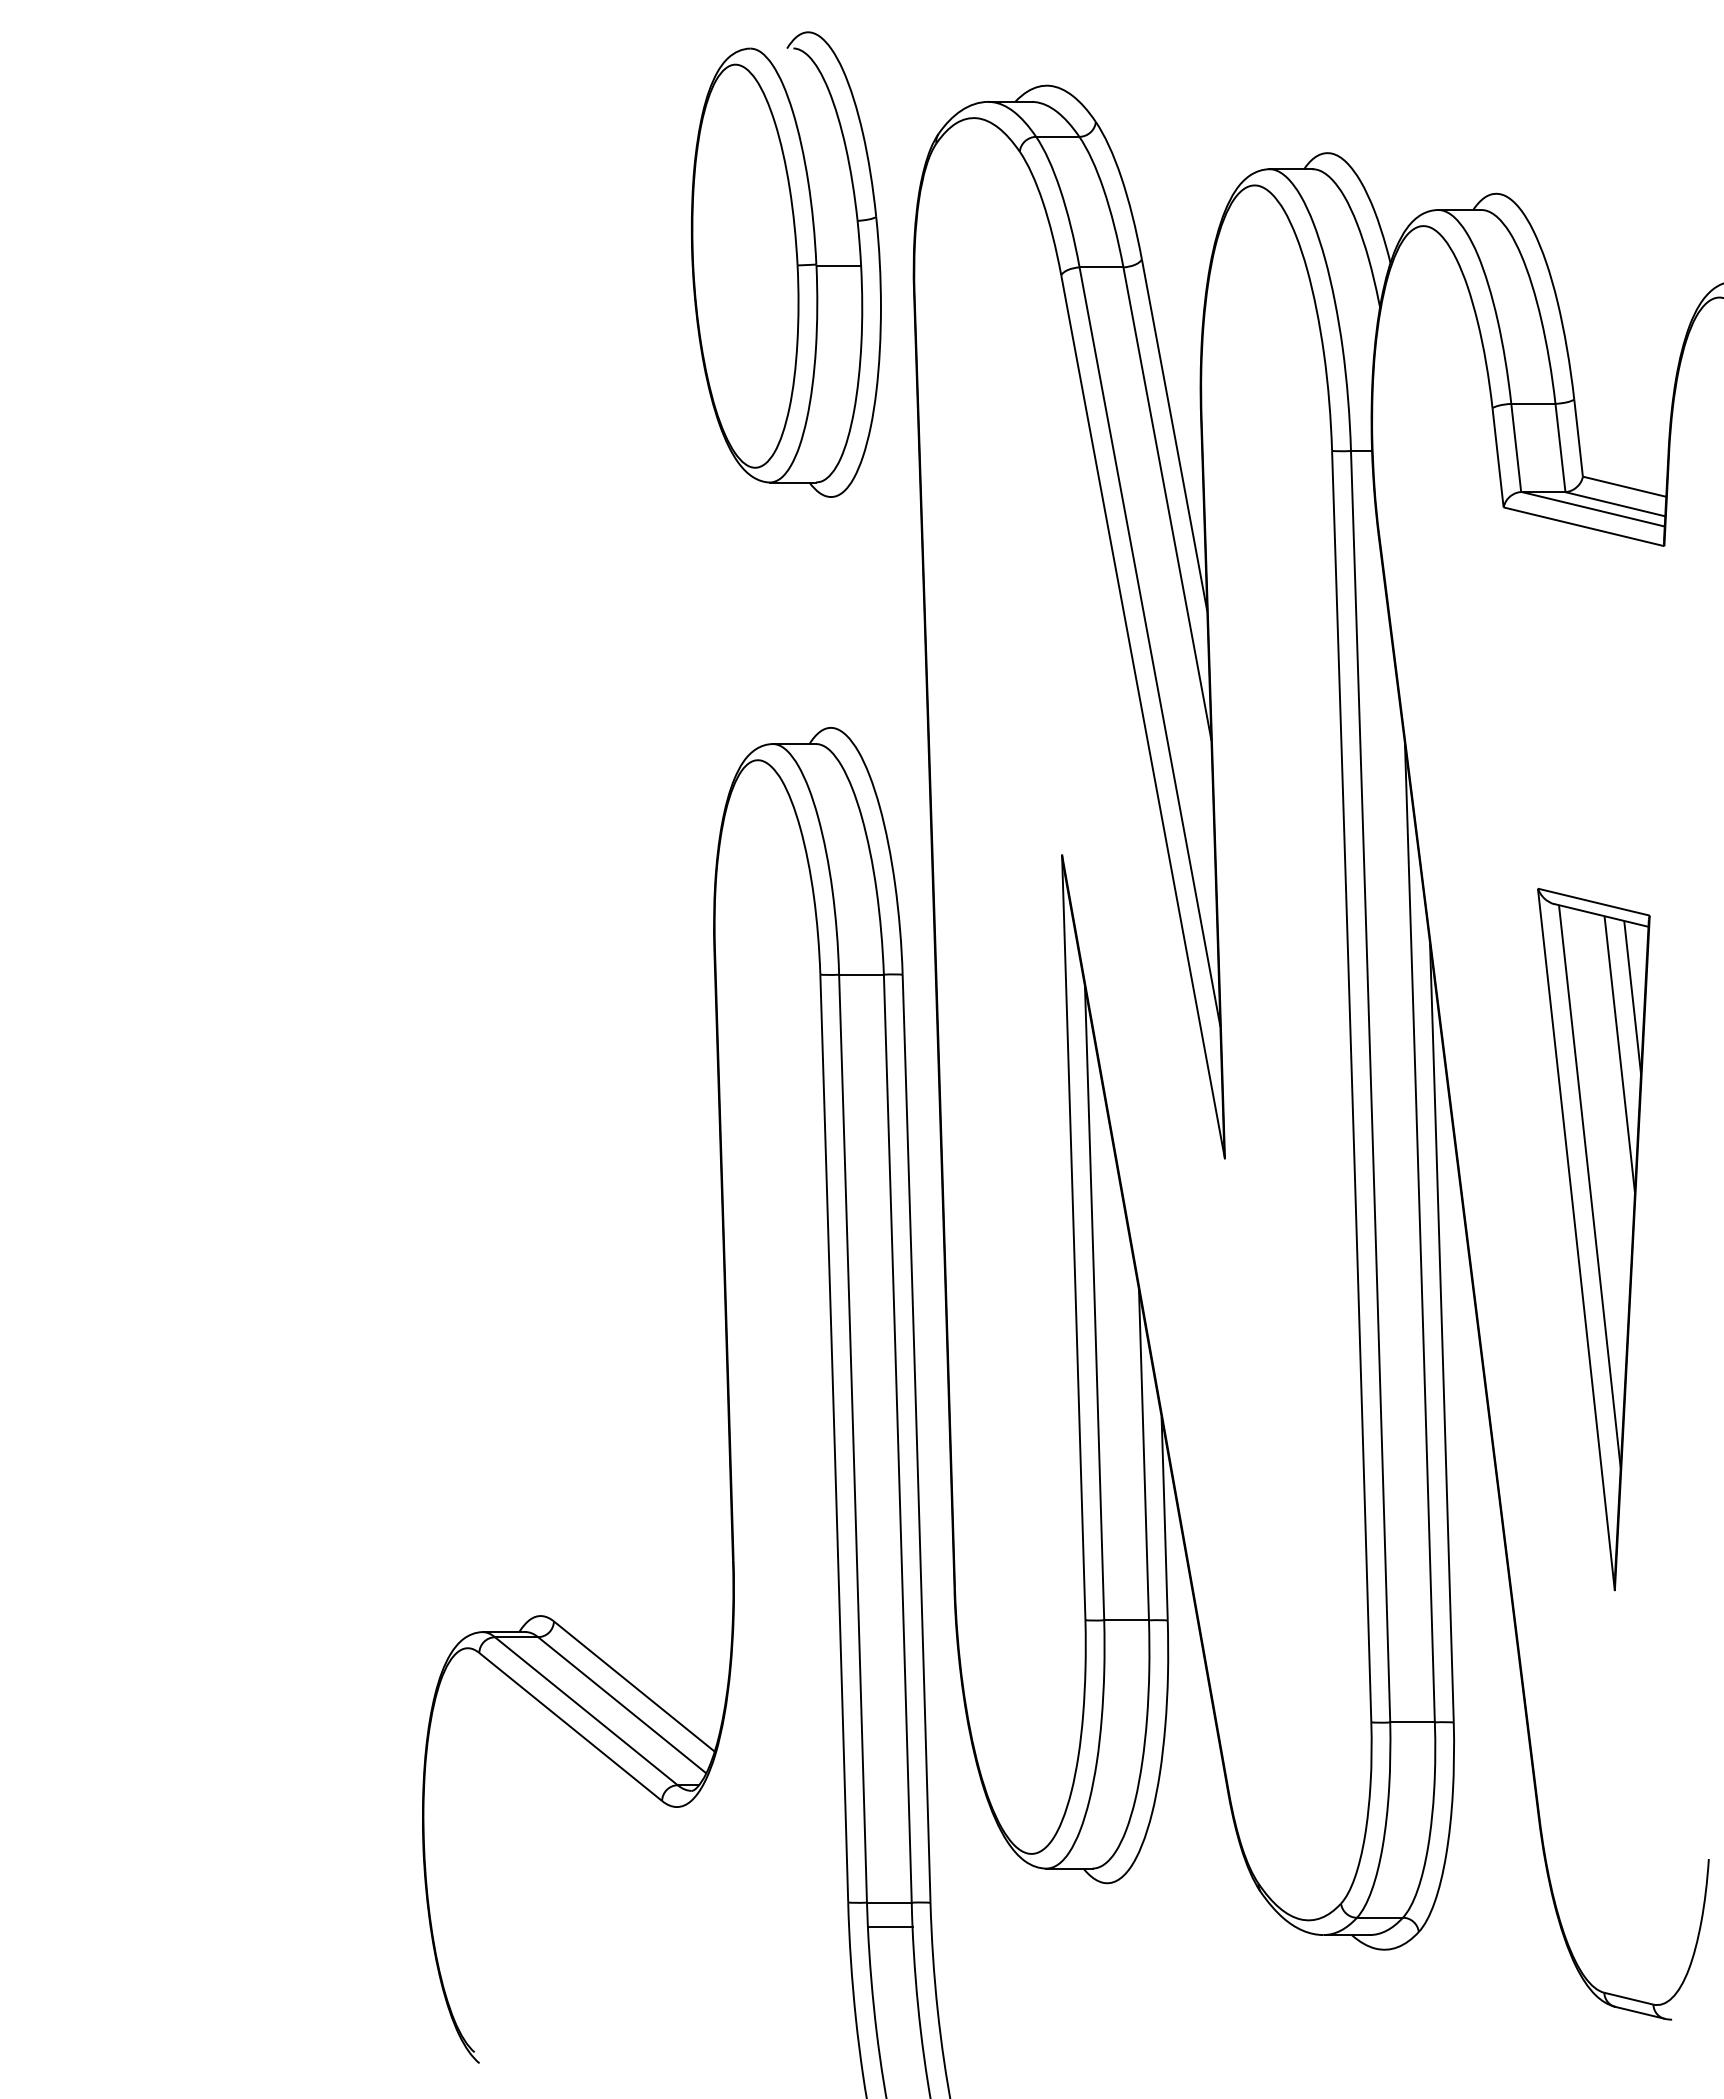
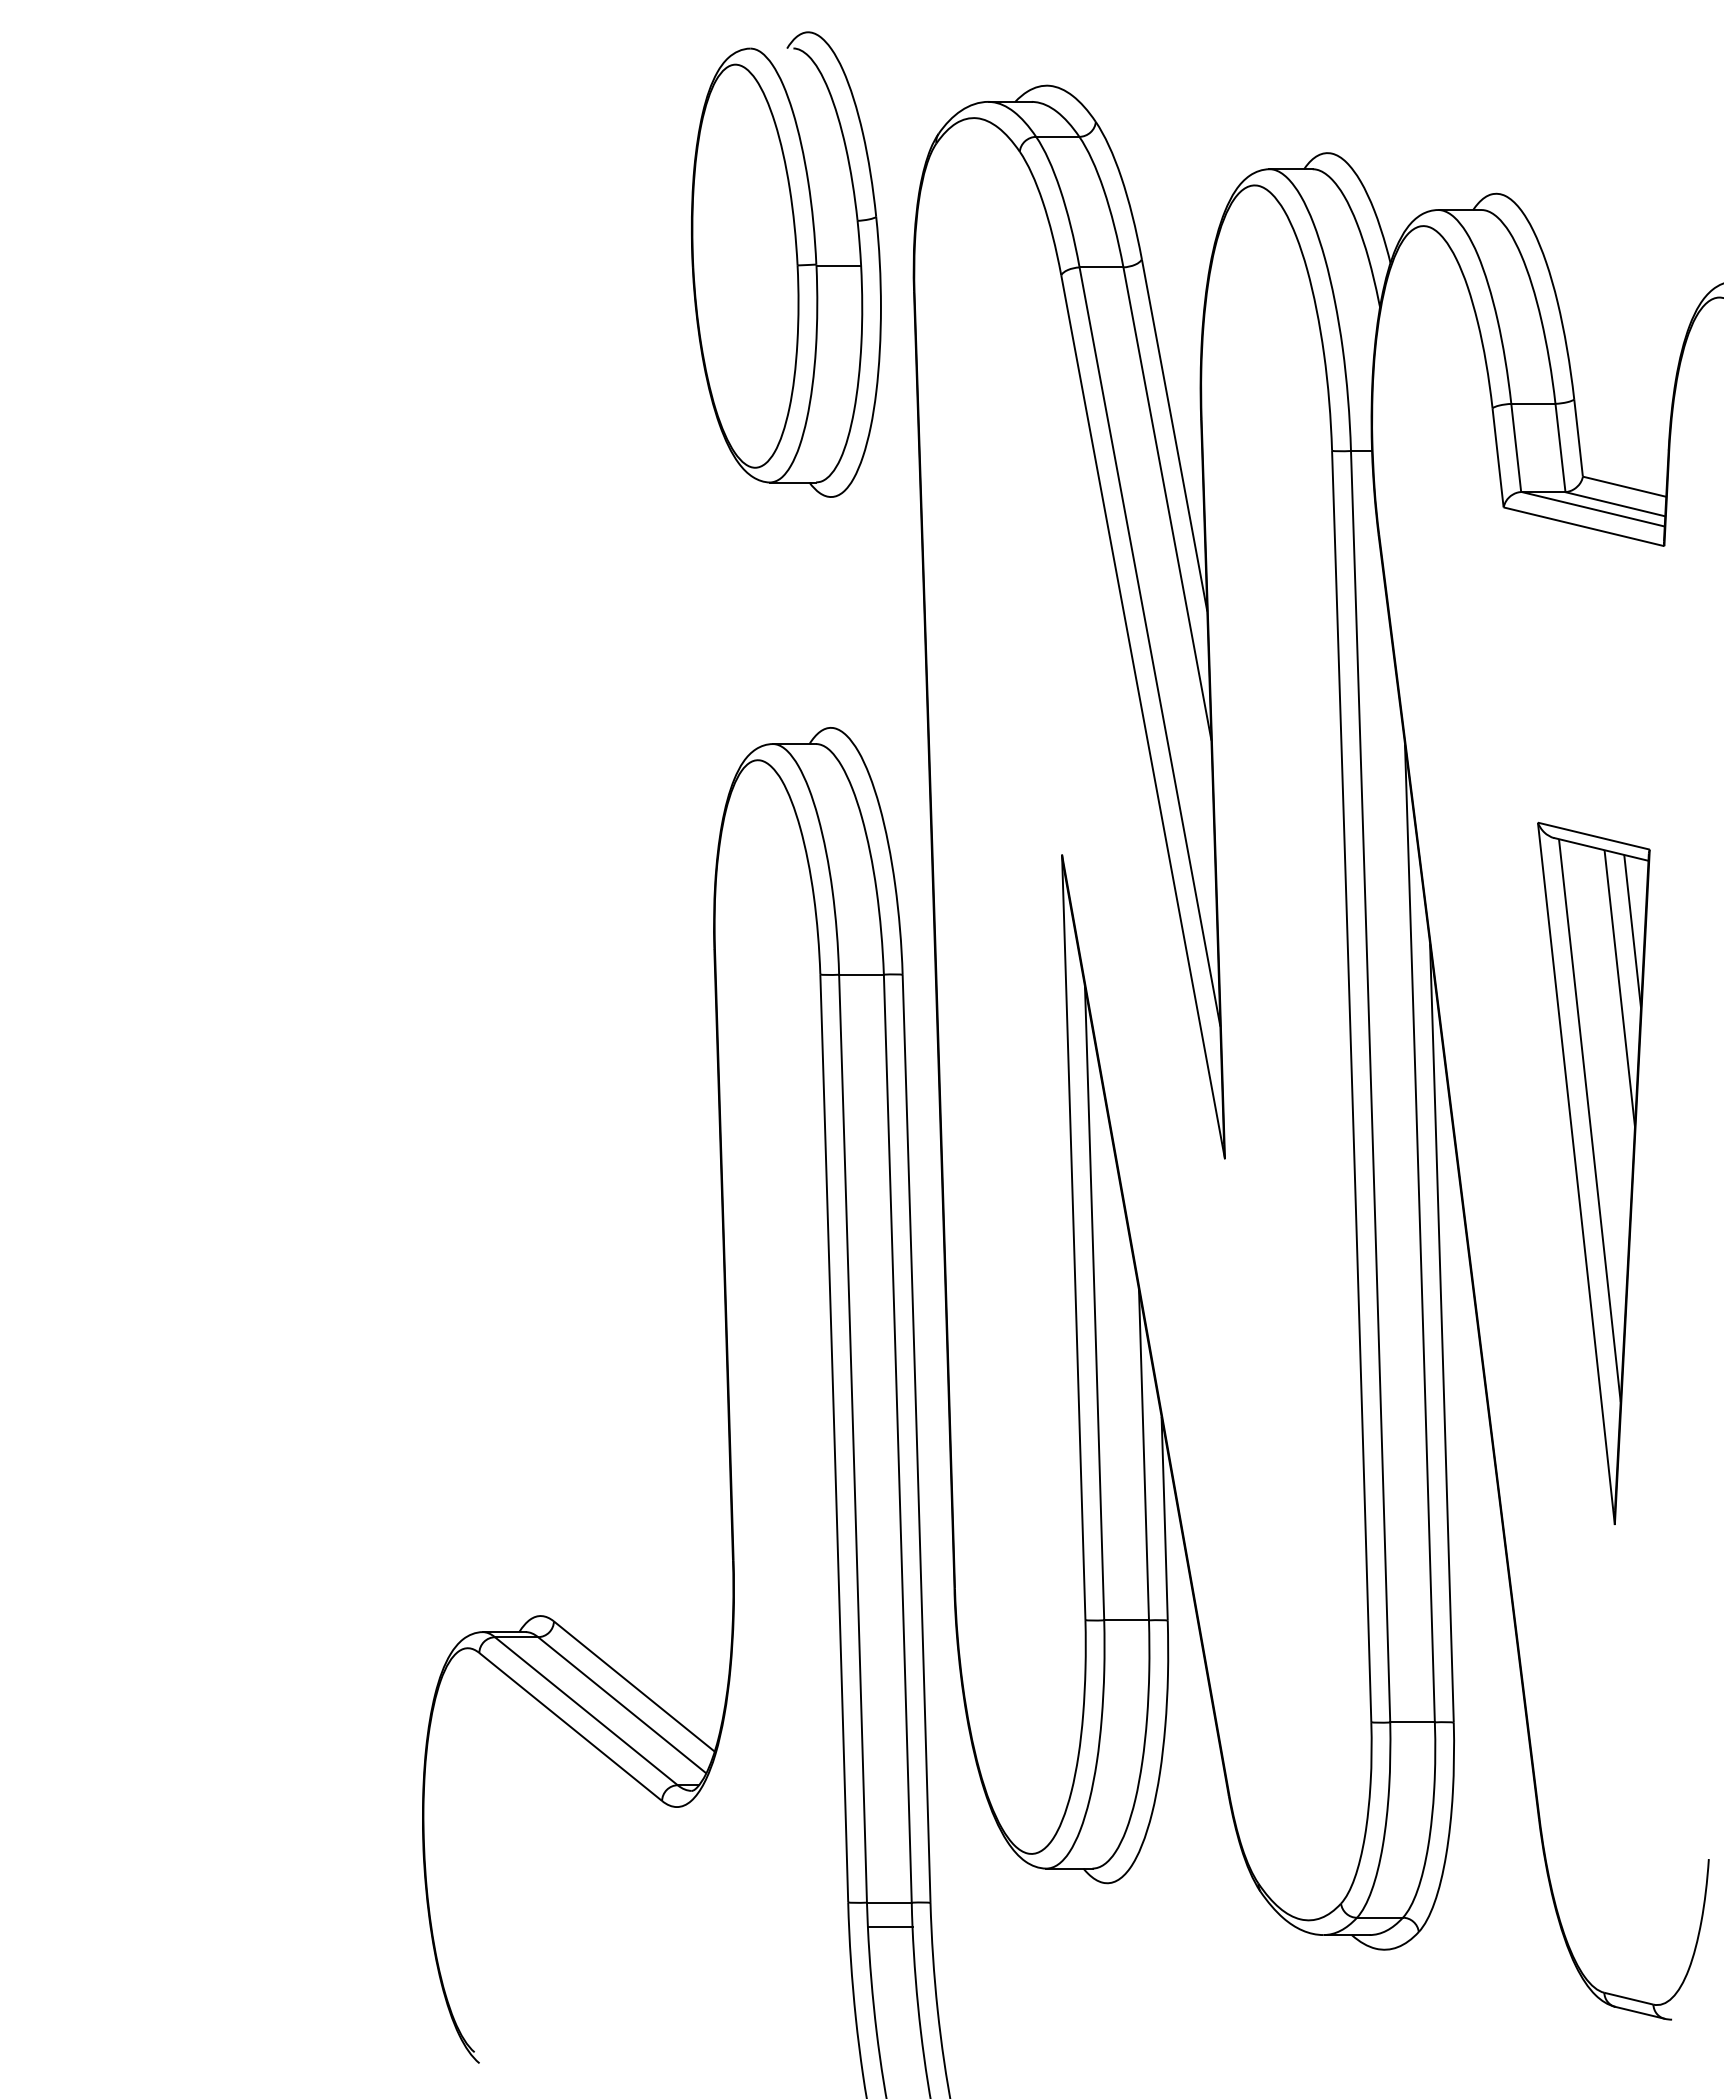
part at (1593, 1239) position: (1593, 1239) -> (1593, 1173)
